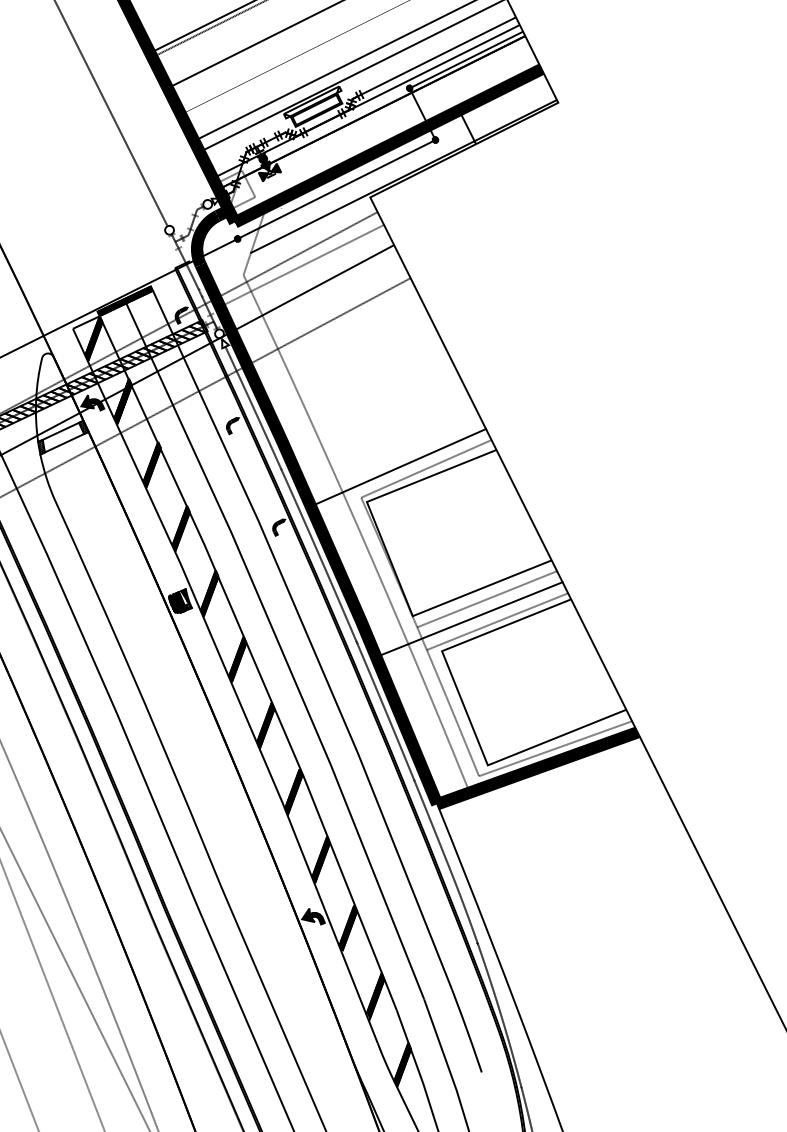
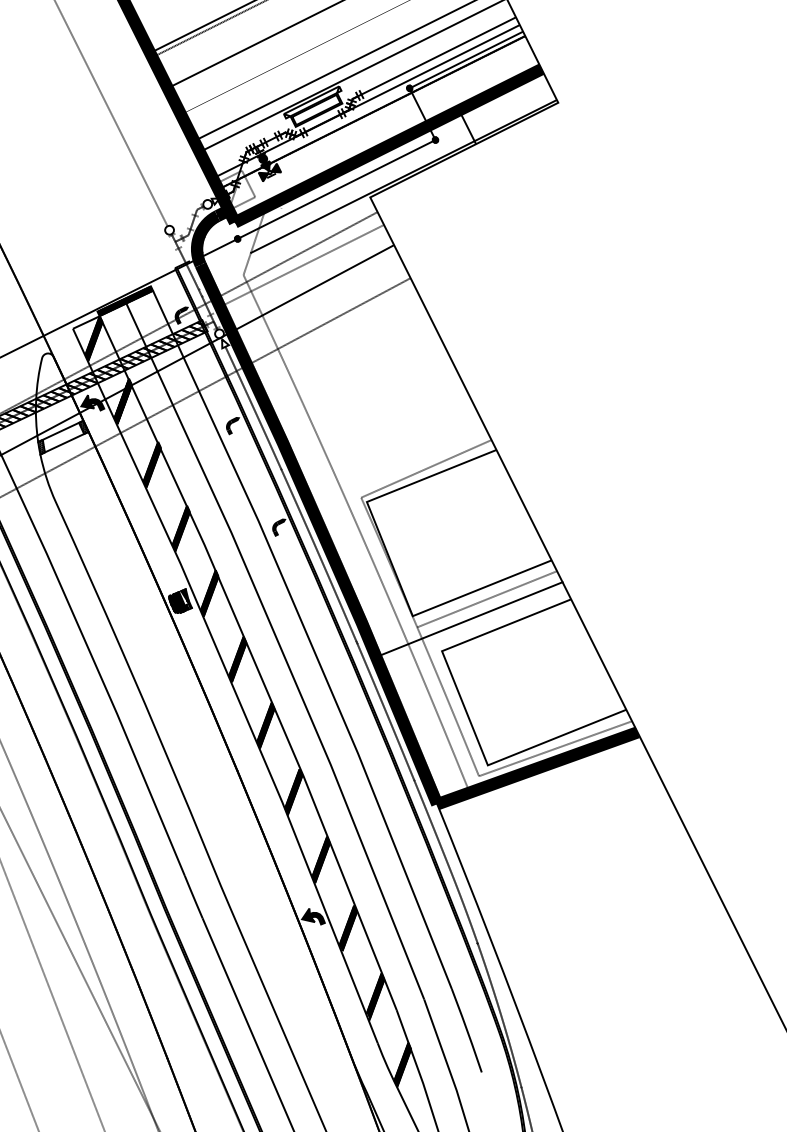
line at (111, 113): present -> none
line at (398, 467): present -> none
line at (497, 621): present -> none
line at (75, 980) position: (75, 980) -> (80, 970)
